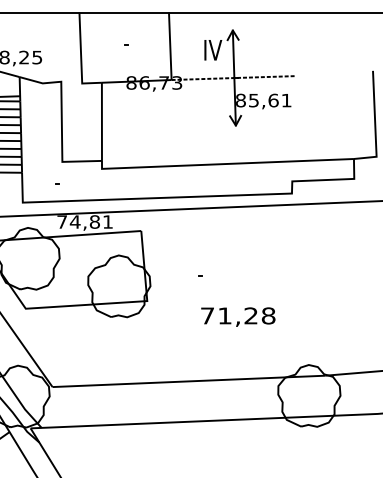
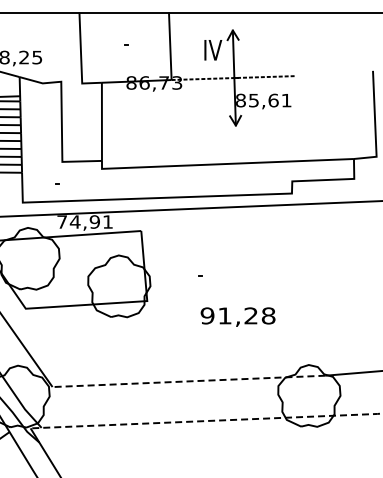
text at (94, 221): 74,81 -> 74,91
text at (207, 315): 71,28 -> 91,28
line at (188, 381): solid -> dashed
line at (207, 421): solid -> dashed
